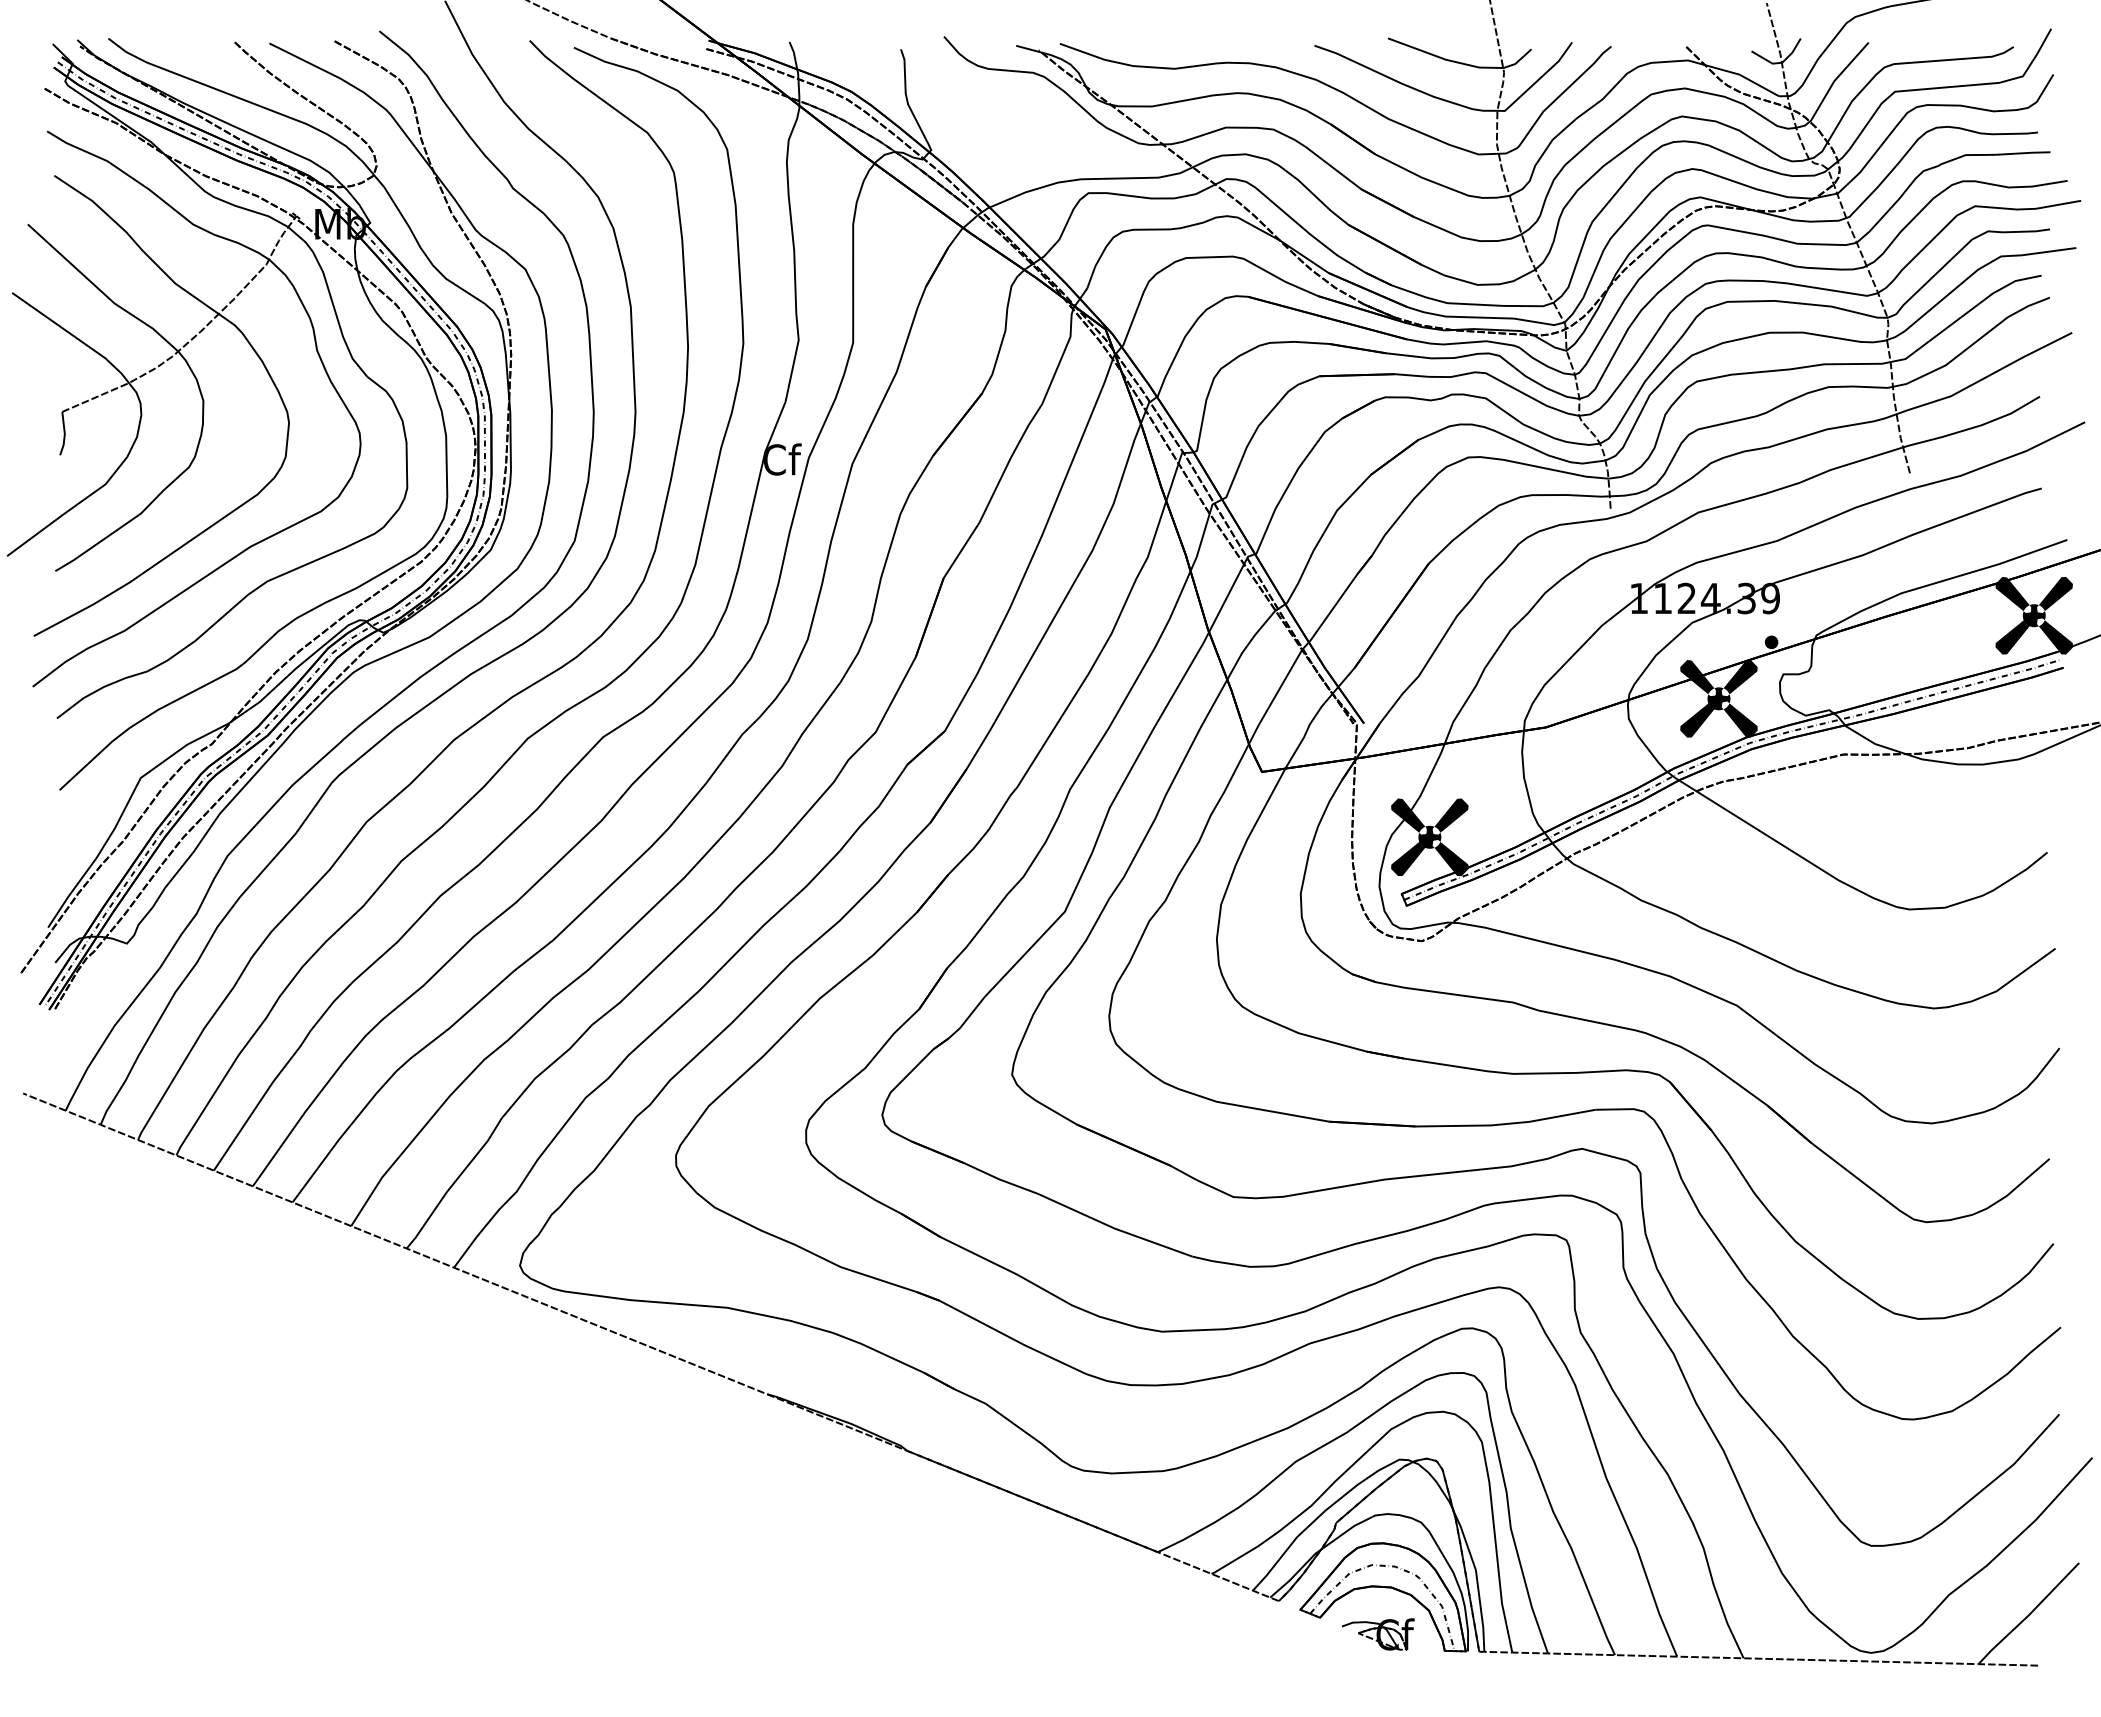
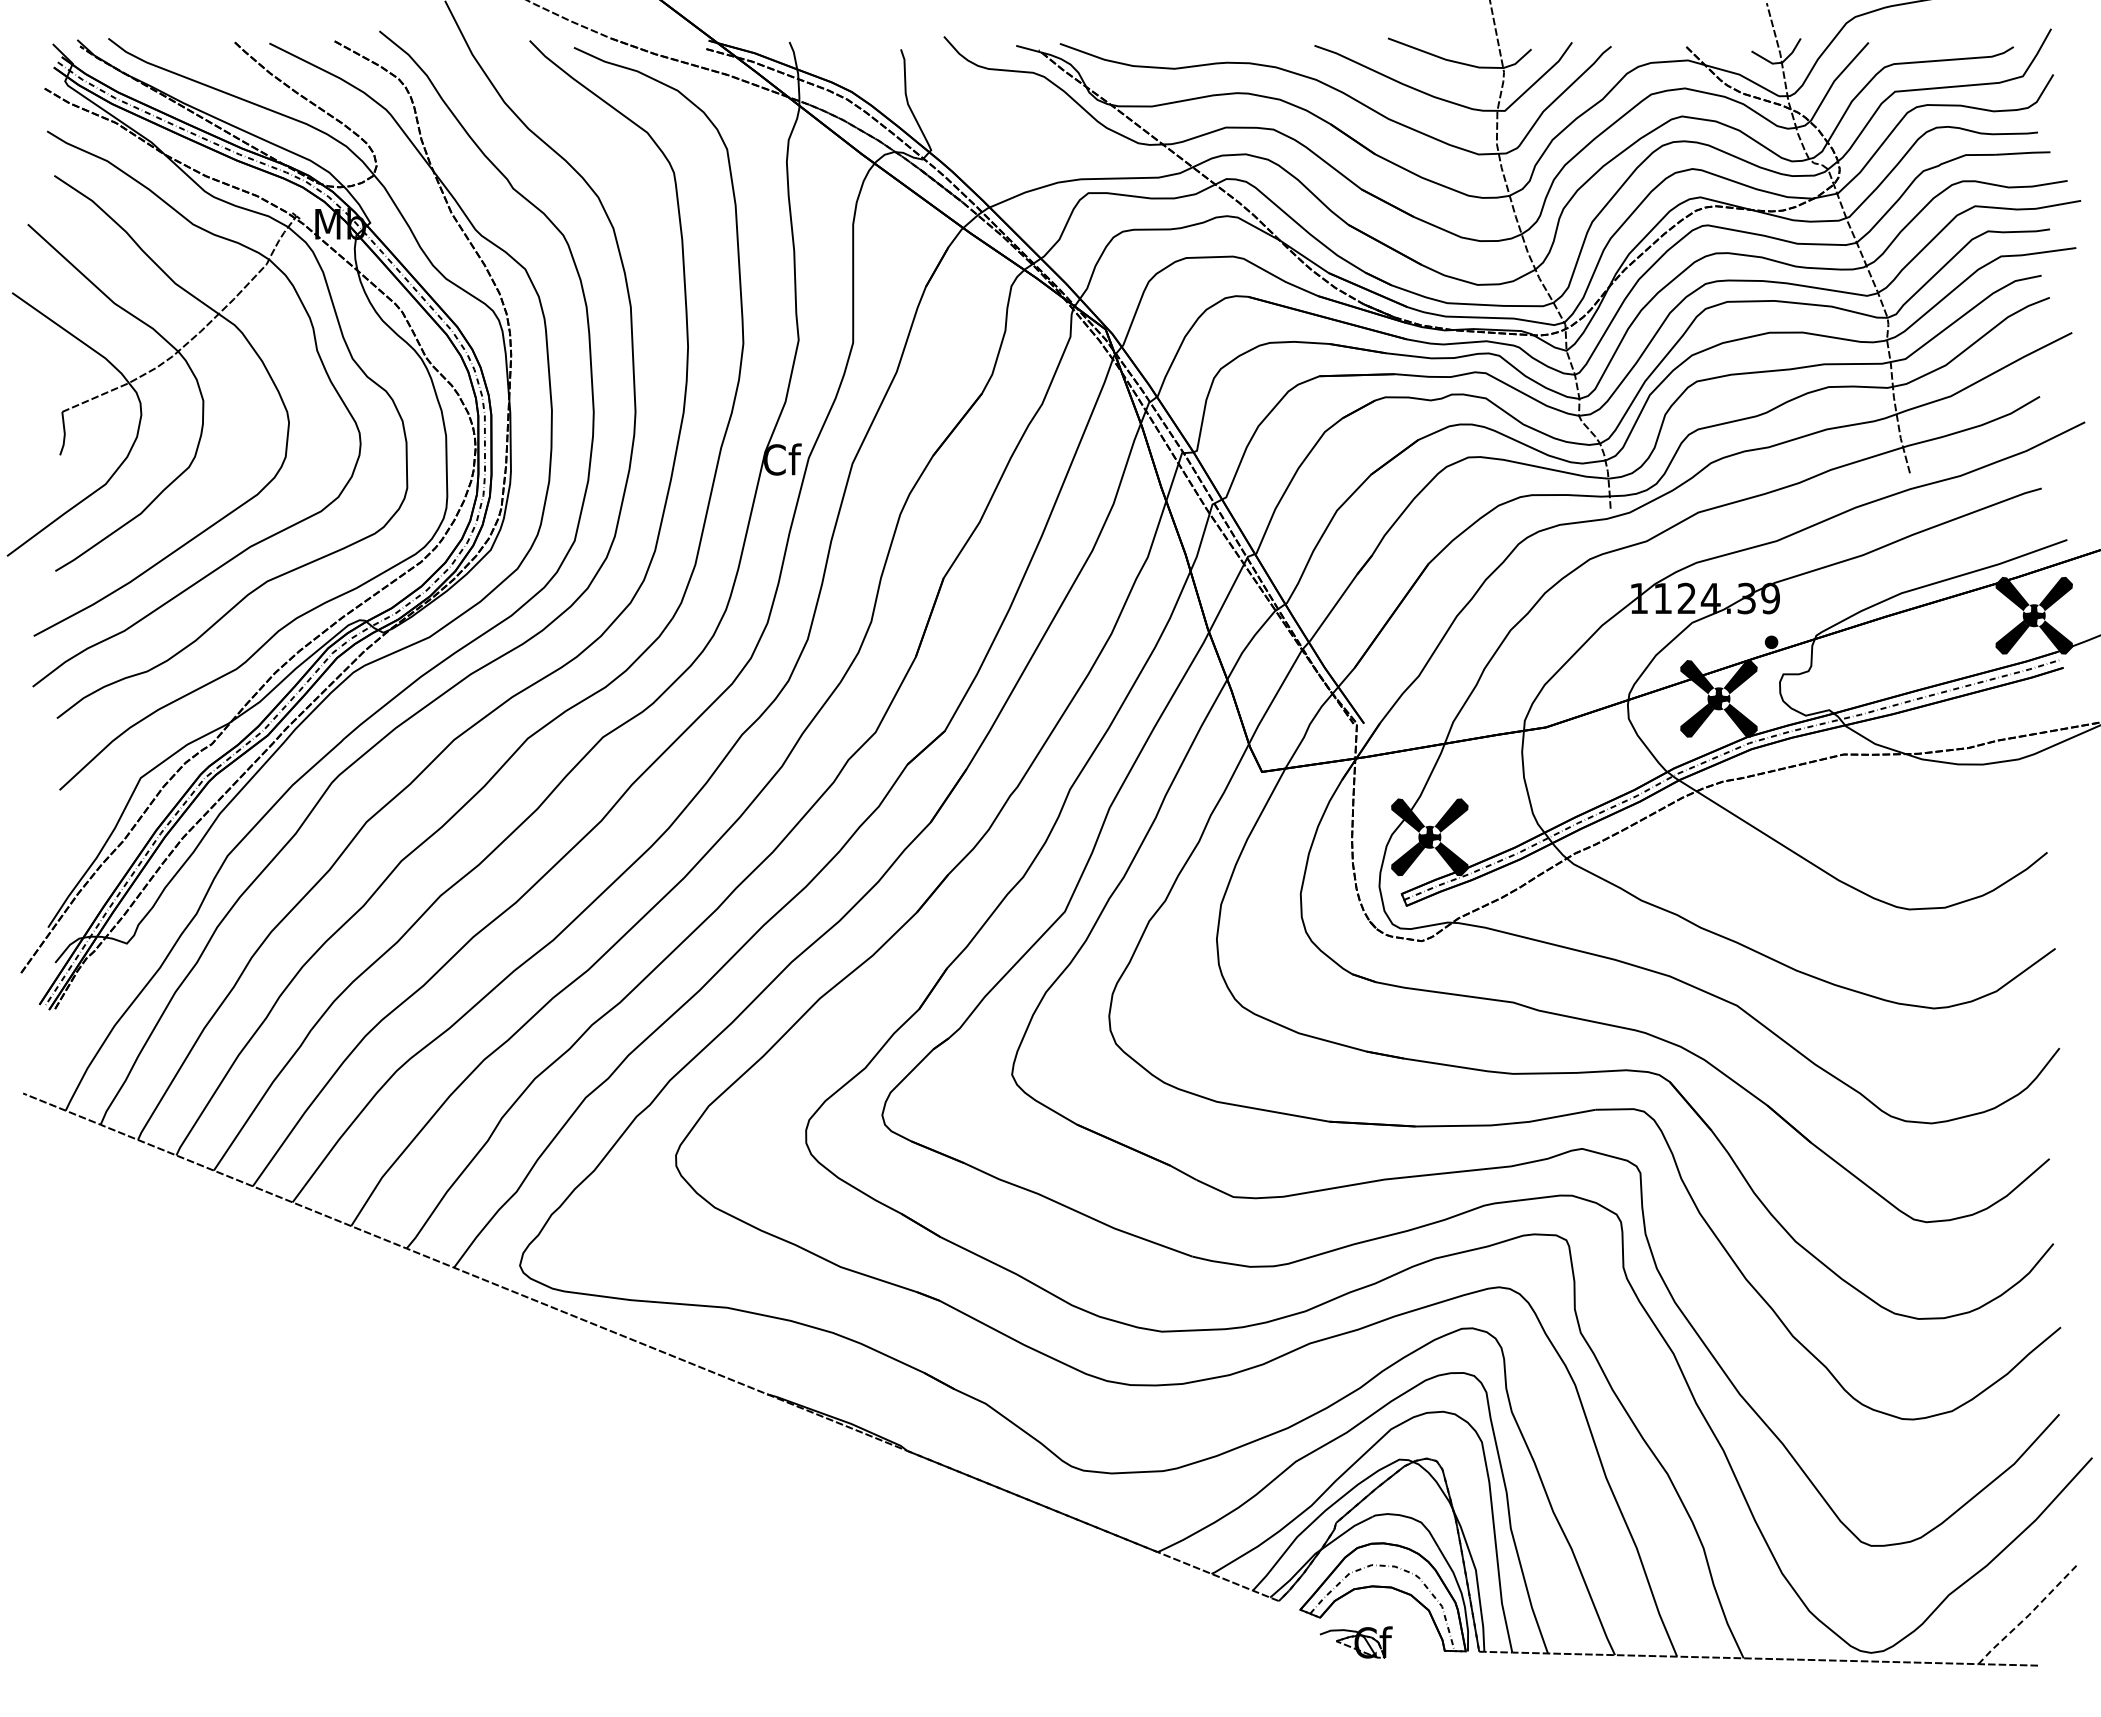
line at (2029, 1615): solid -> dashed
part at (1378, 1634) position: (1378, 1634) -> (1356, 1642)
